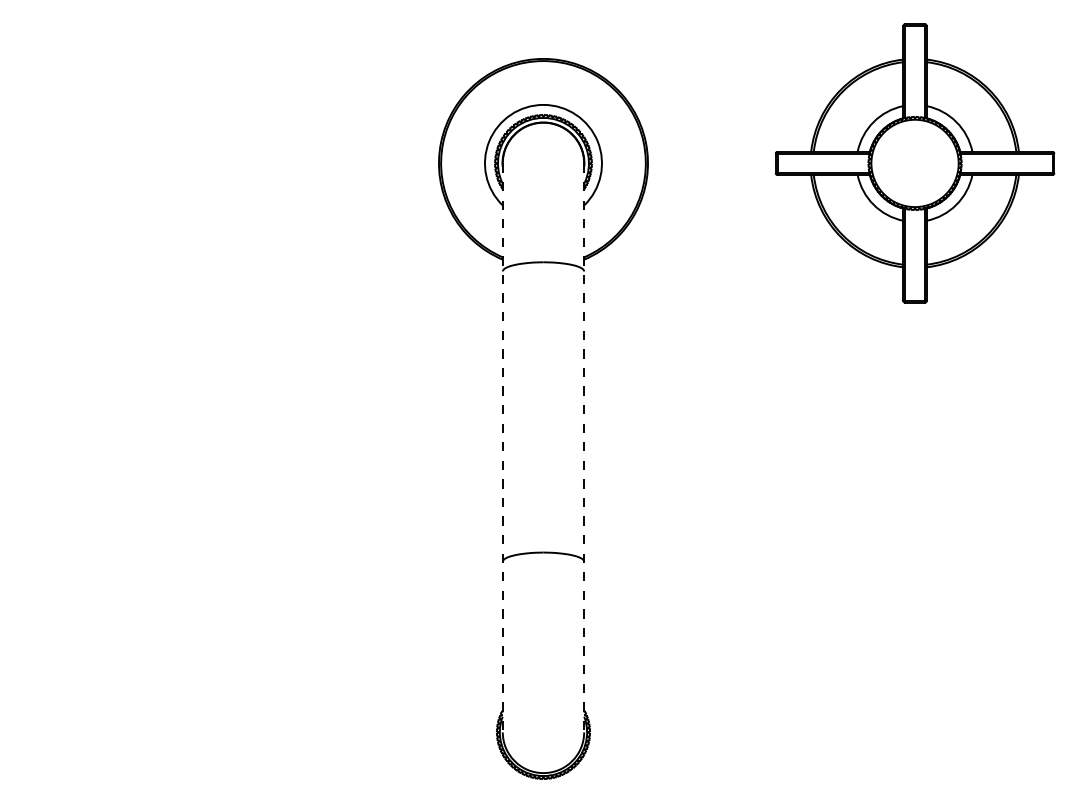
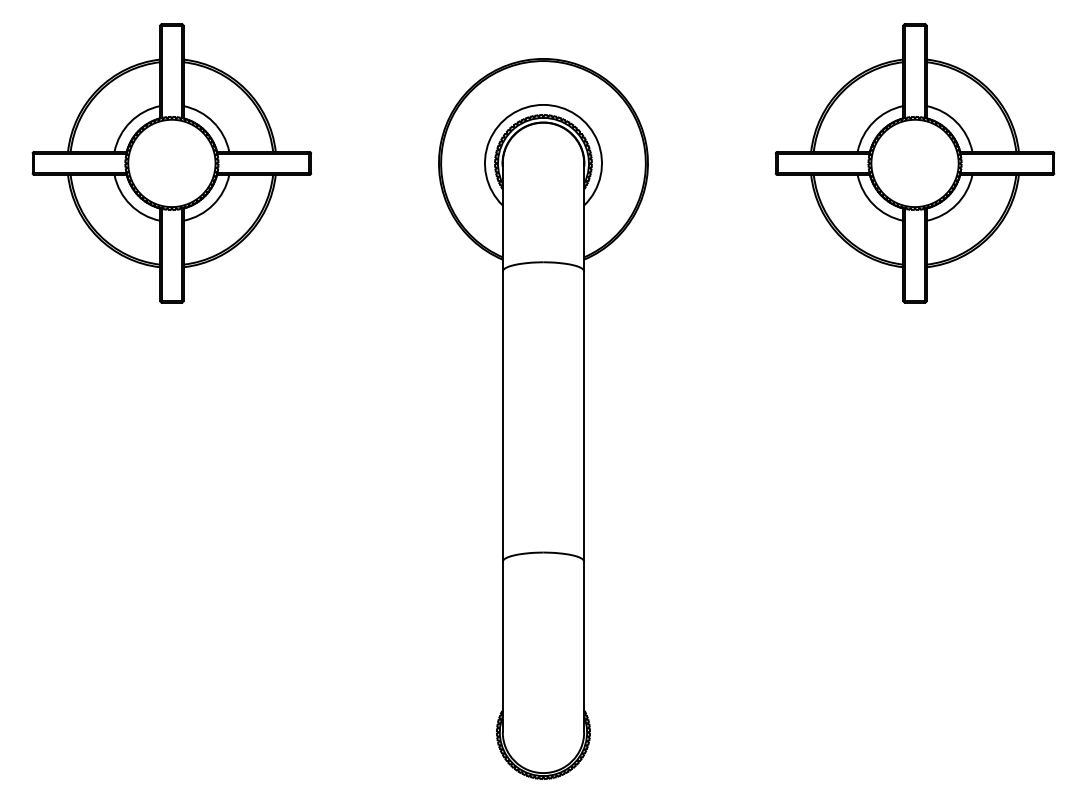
part at (171, 163): none -> present
line at (502, 448): dashed -> solid
line at (584, 448): dashed -> solid
